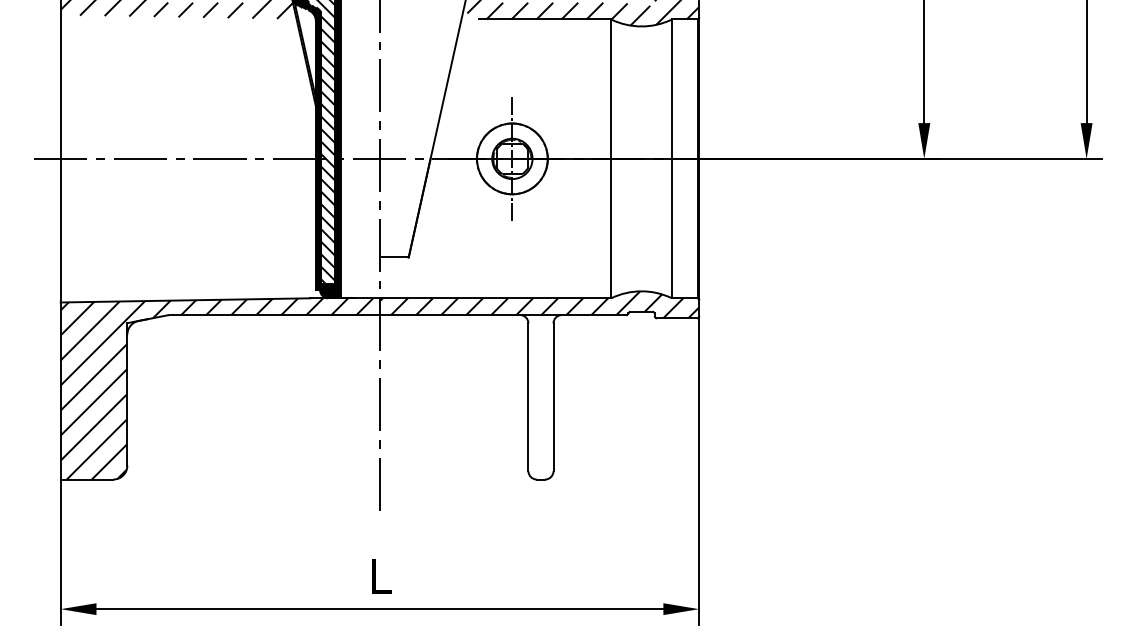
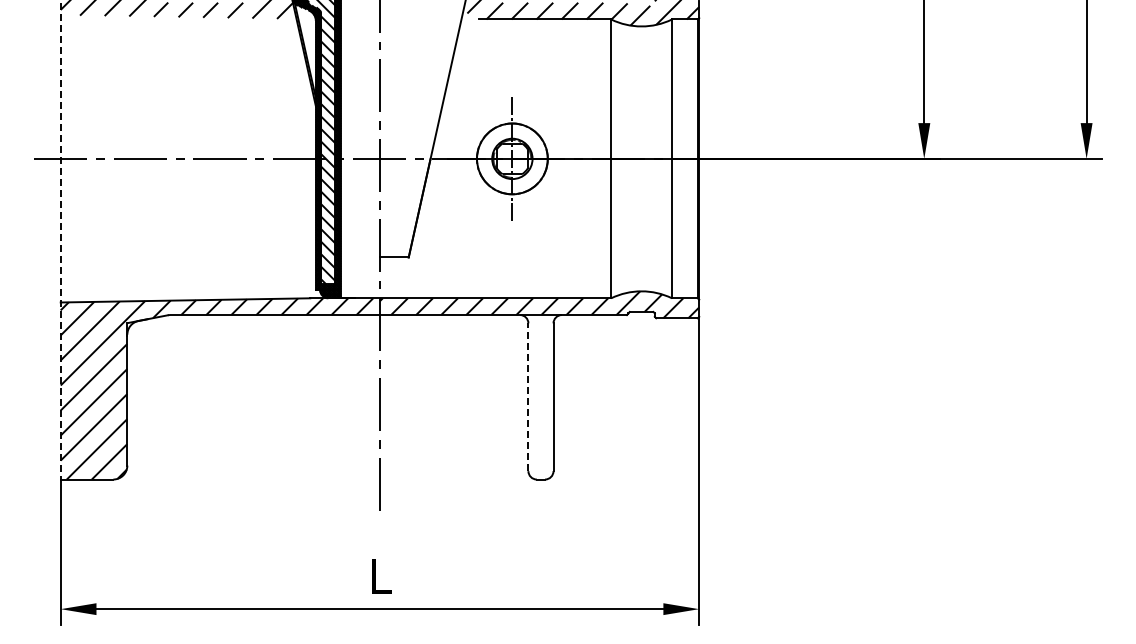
line at (60, 239): solid -> dashed
line at (528, 397): solid -> dashed
